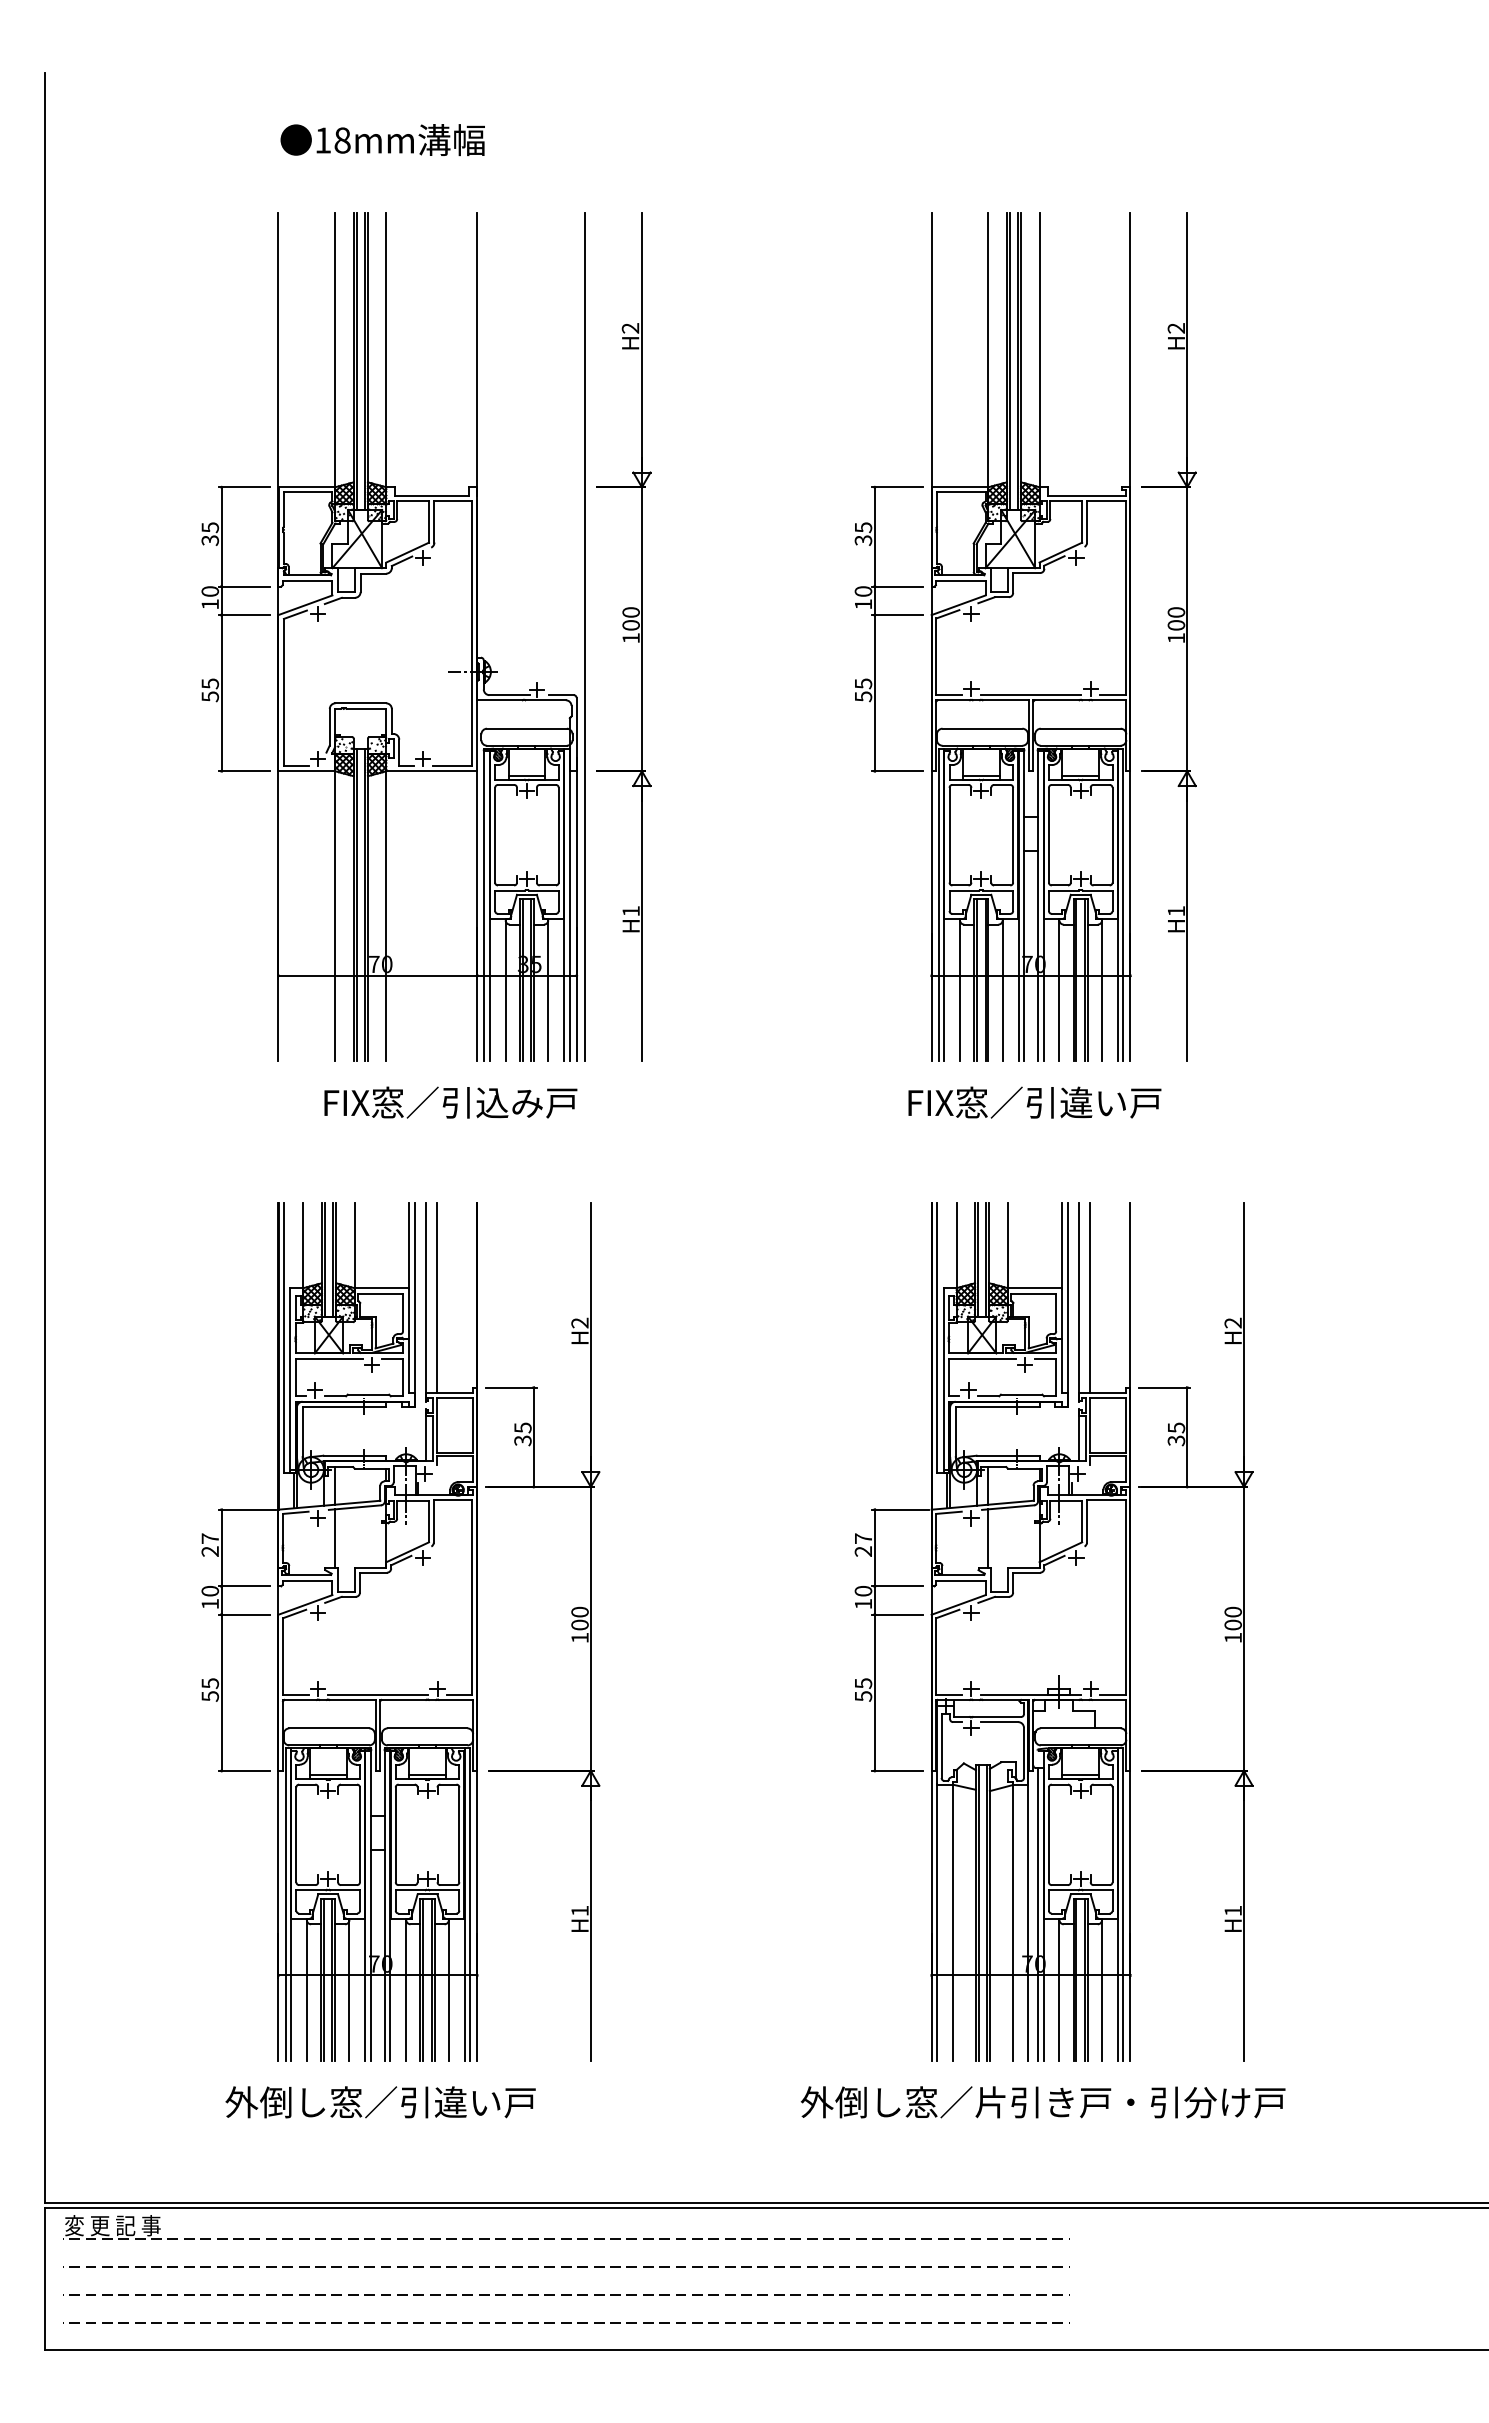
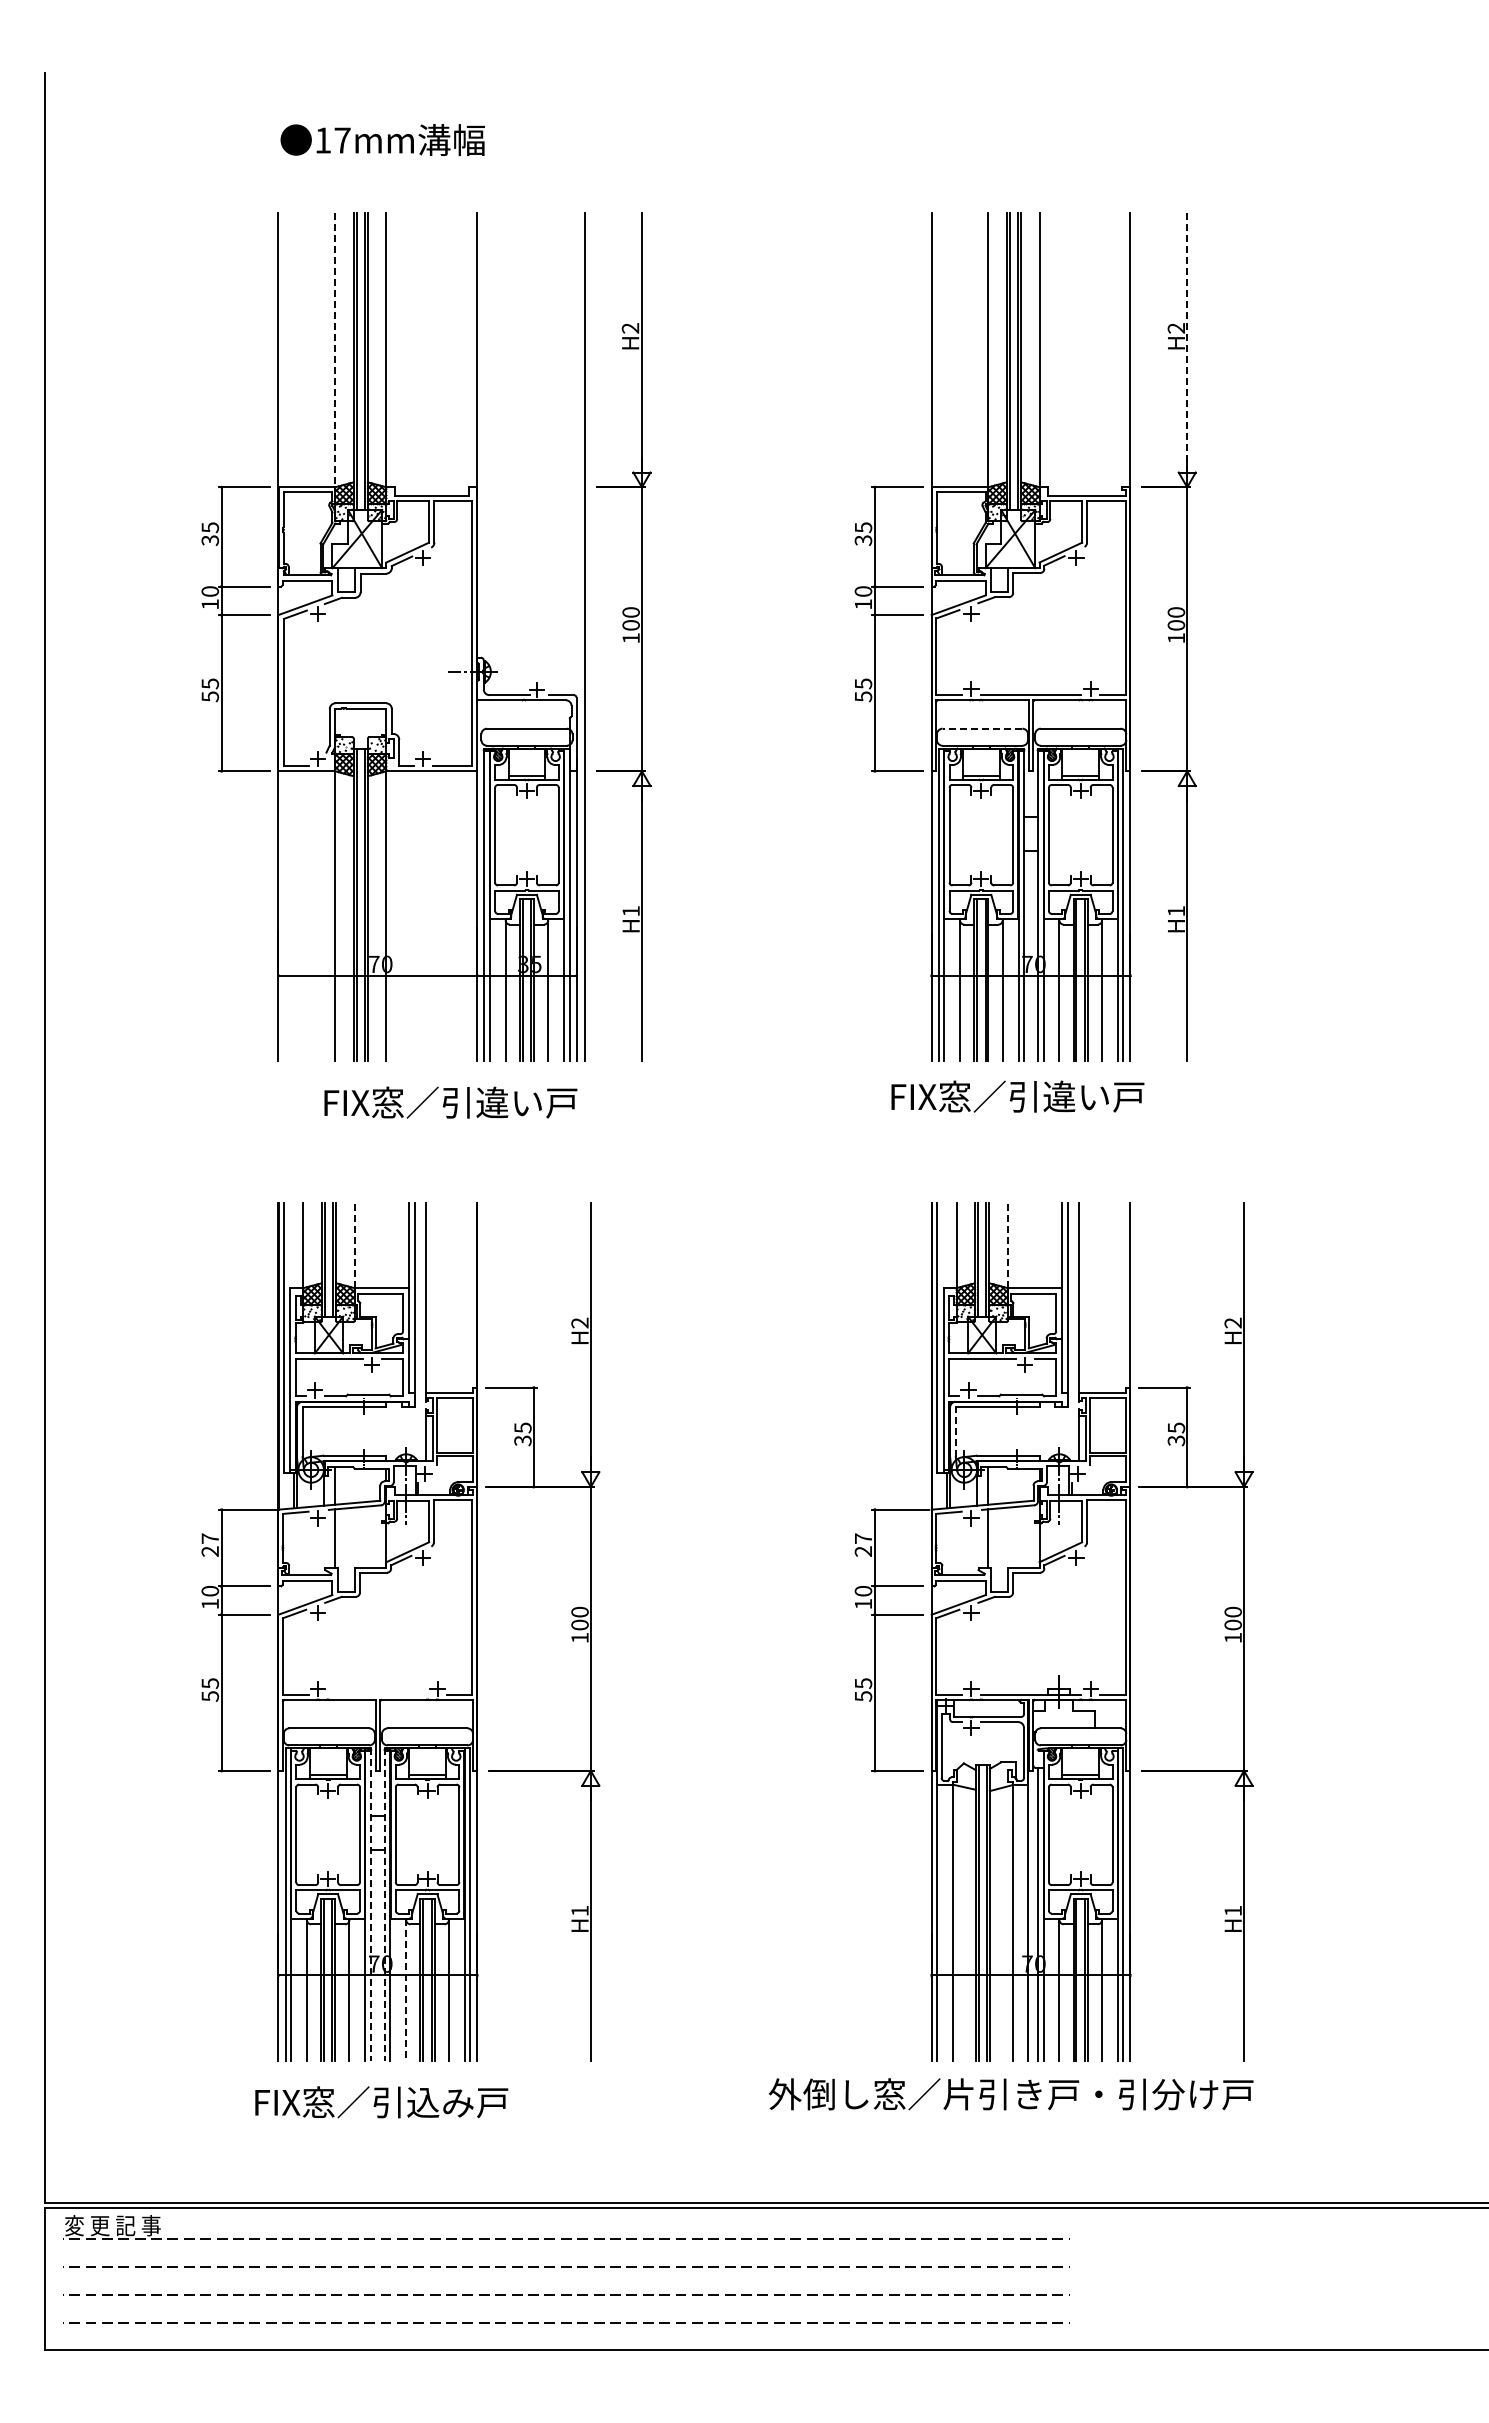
text at (342, 140): 18mm -> 17mm
line at (1187, 341): solid -> dashed
line at (335, 350): solid -> dashed
line at (982, 728): solid -> dashed
text at (509, 1101): FIX窓／引込み戸 -> FIX窓／引違い戸
text at (1034, 1102) position: (1034, 1102) -> (1017, 1096)
line at (354, 1245): solid -> dashed
line at (1007, 1245): solid -> dashed
line at (437, 1297): present -> none
line at (1090, 1297): present -> none
line at (955, 1432): solid -> dashed
line at (377, 1695): present -> none
line at (370, 1904): solid -> dashed
line at (384, 1904): solid -> dashed
line at (406, 1989): solid -> dashed
text at (380, 2102): 外倒し窓／引違い戸 -> FIX窓／引込み戸
text at (1042, 2102) position: (1042, 2102) -> (1010, 2094)
